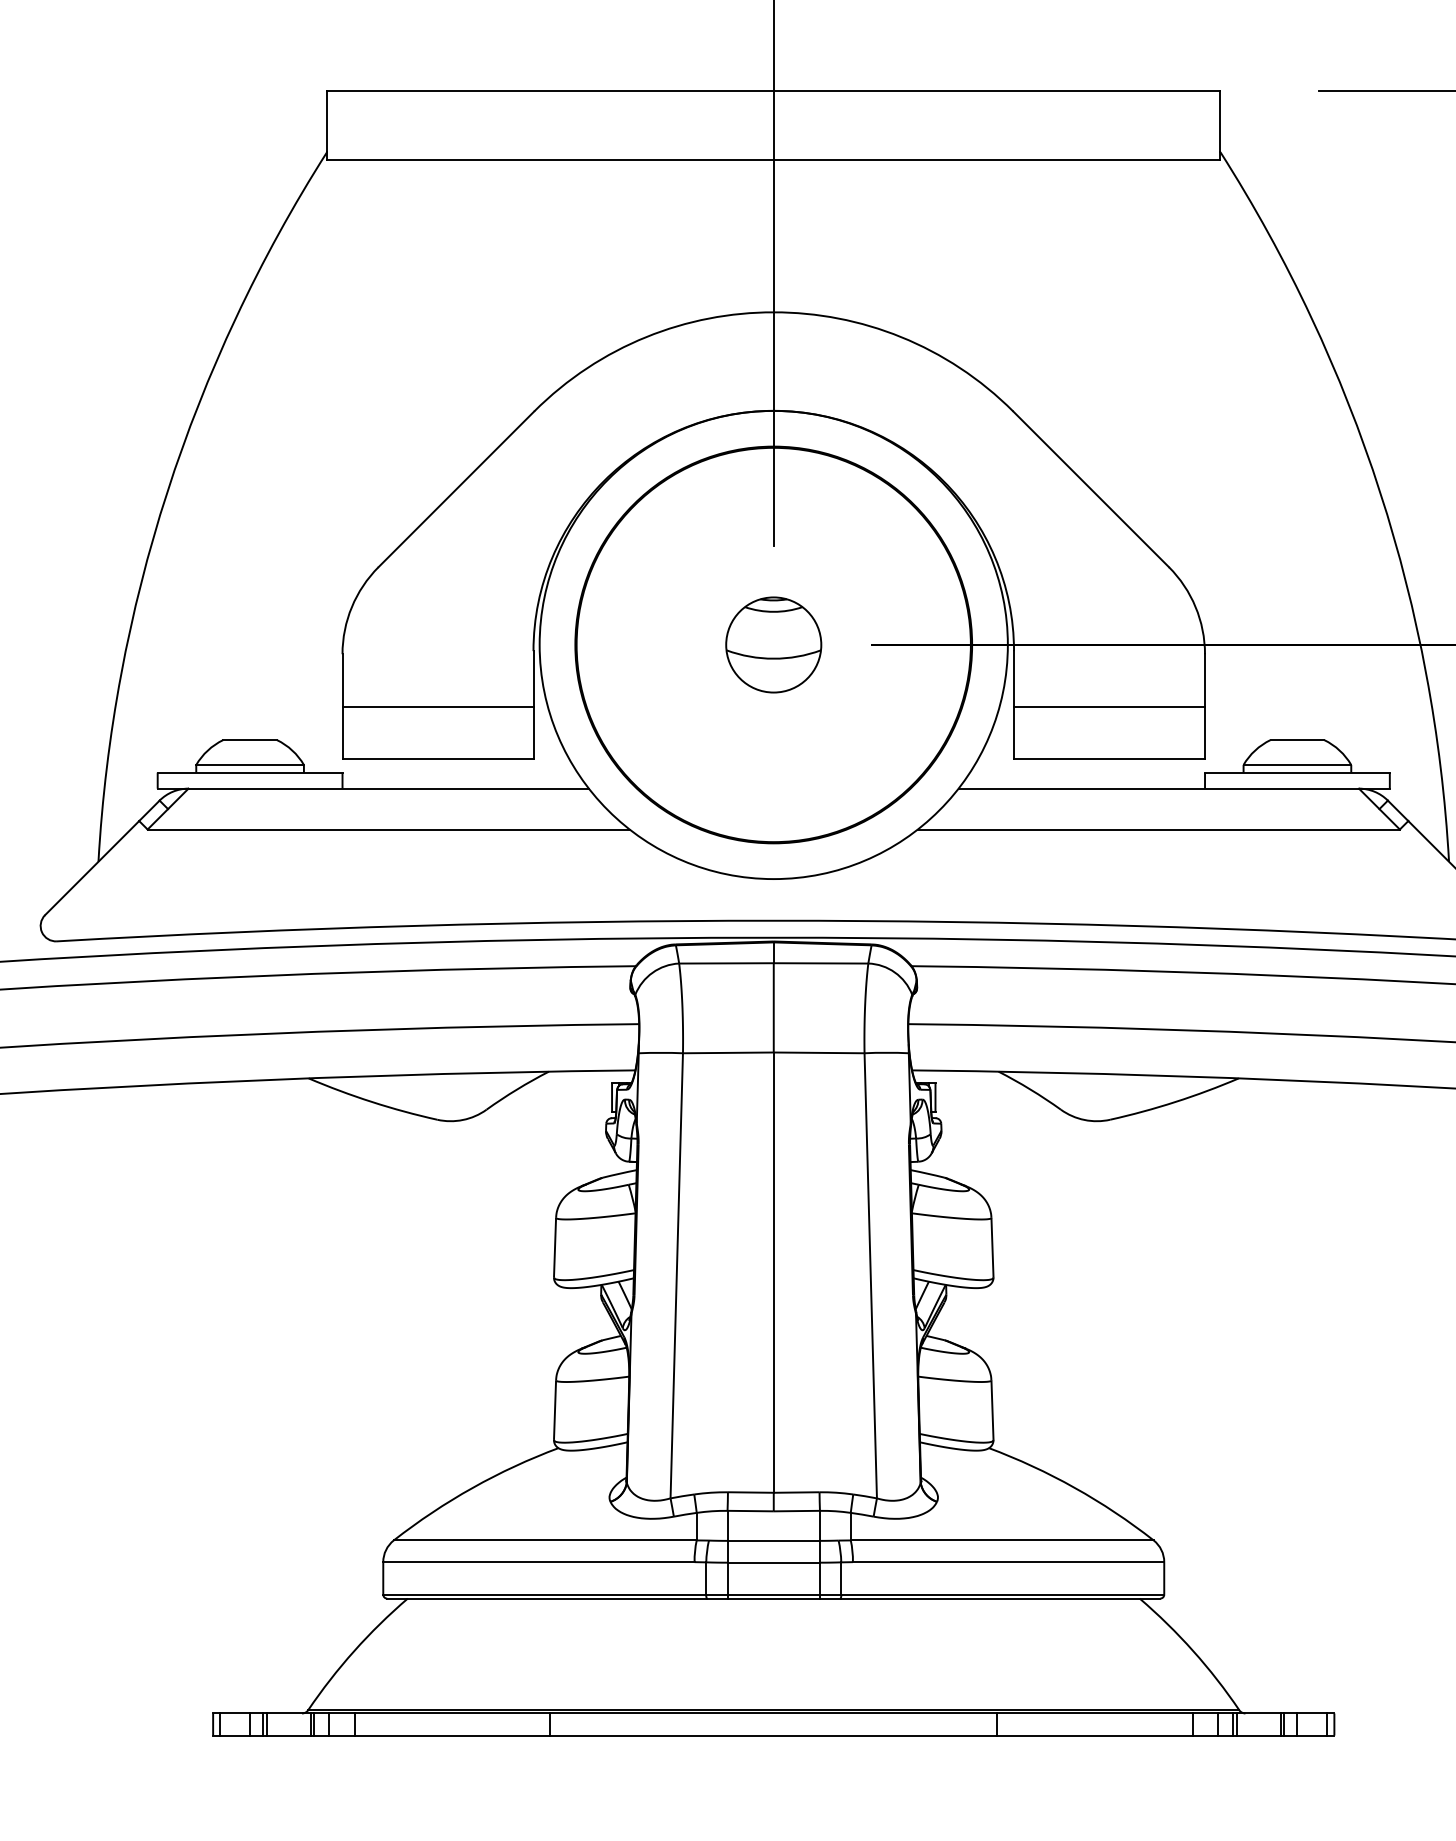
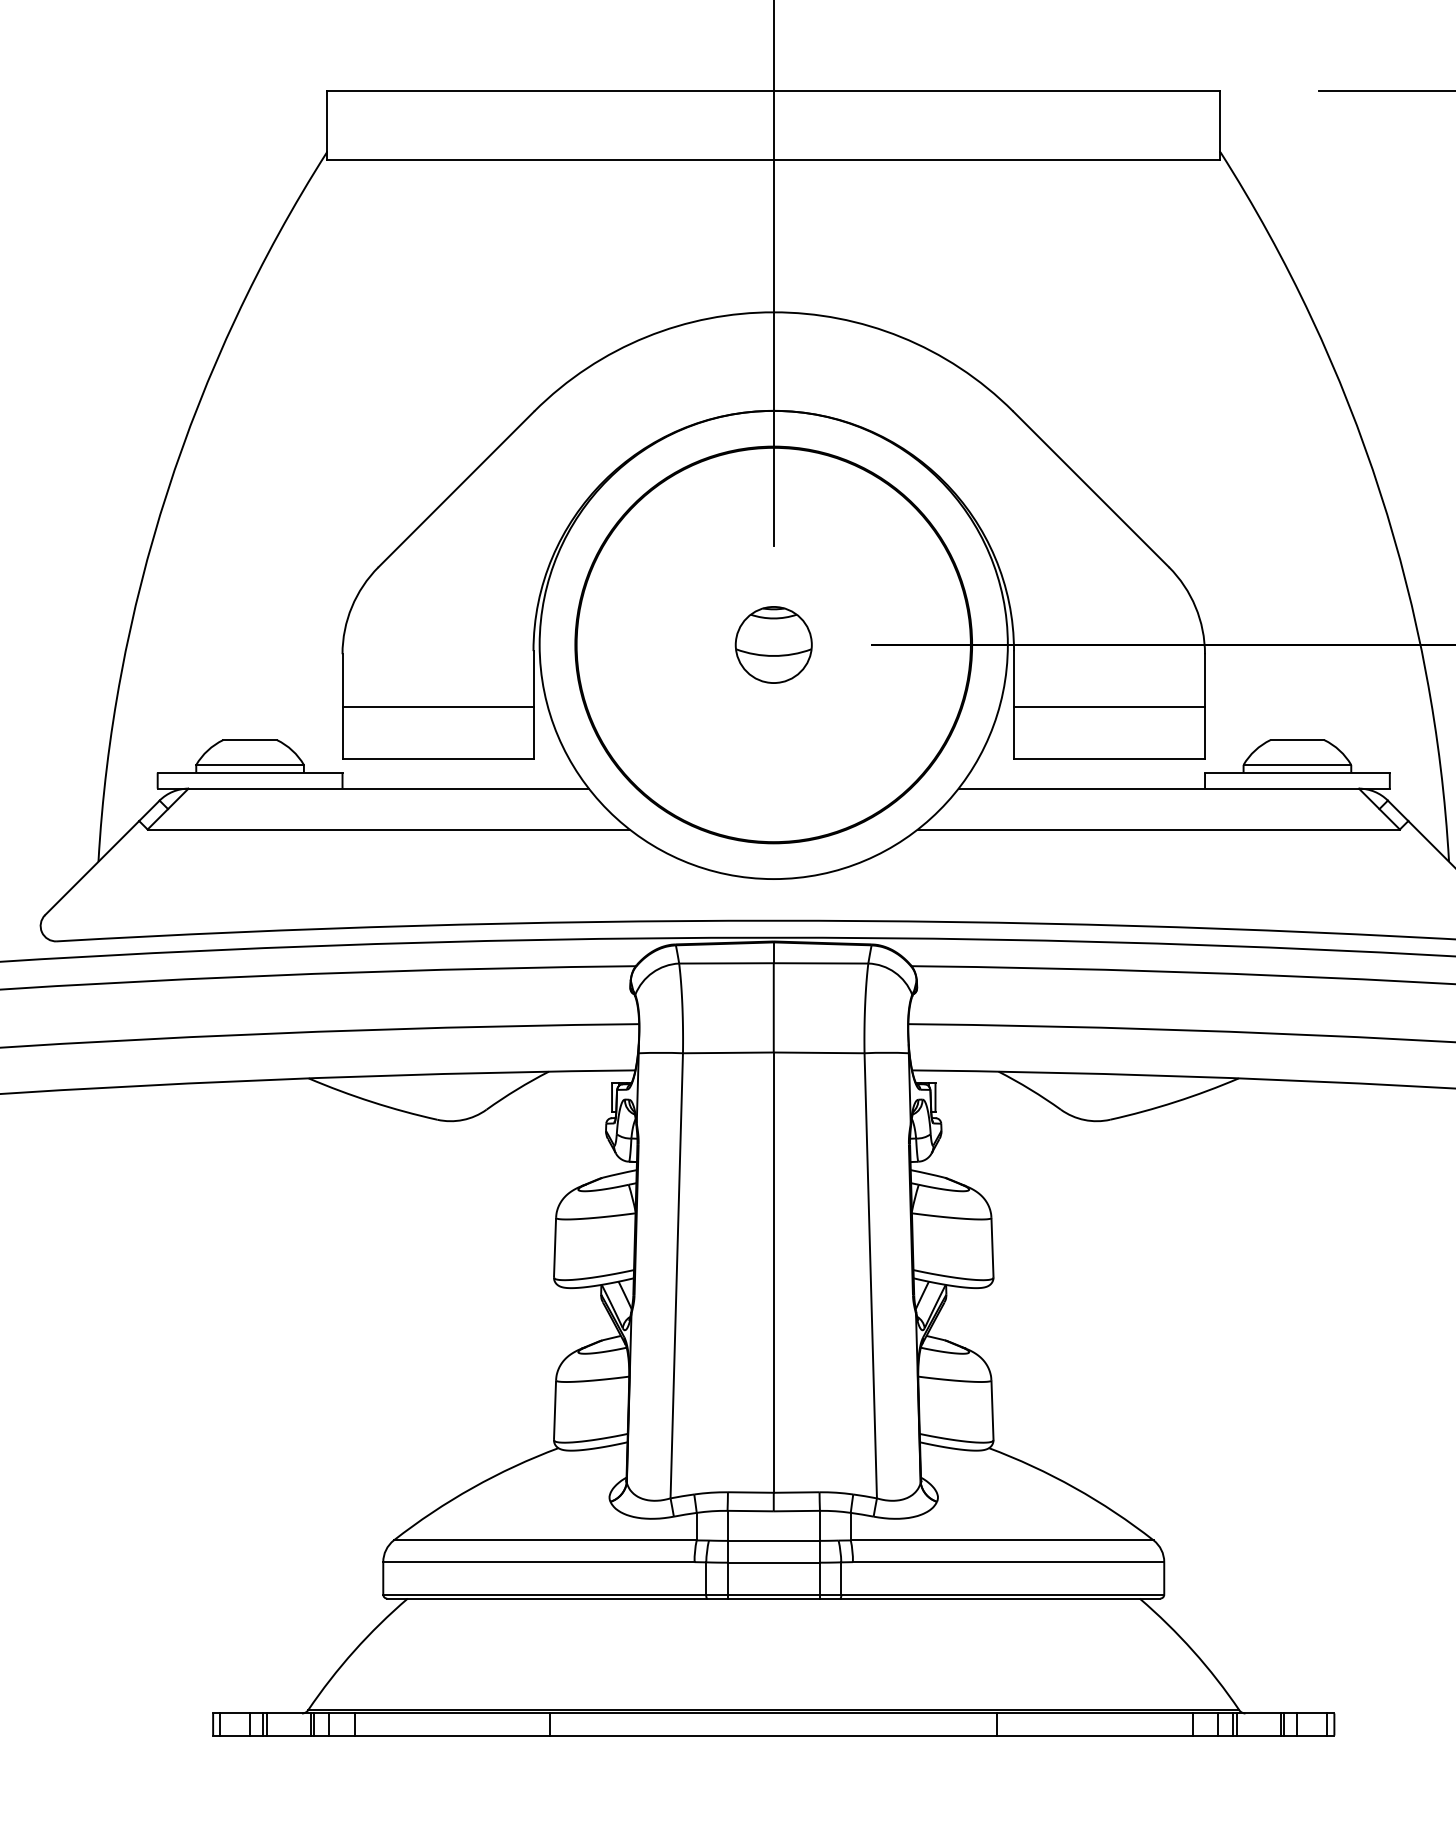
part at (773, 644) size: 98x98 px -> 79x78 px
